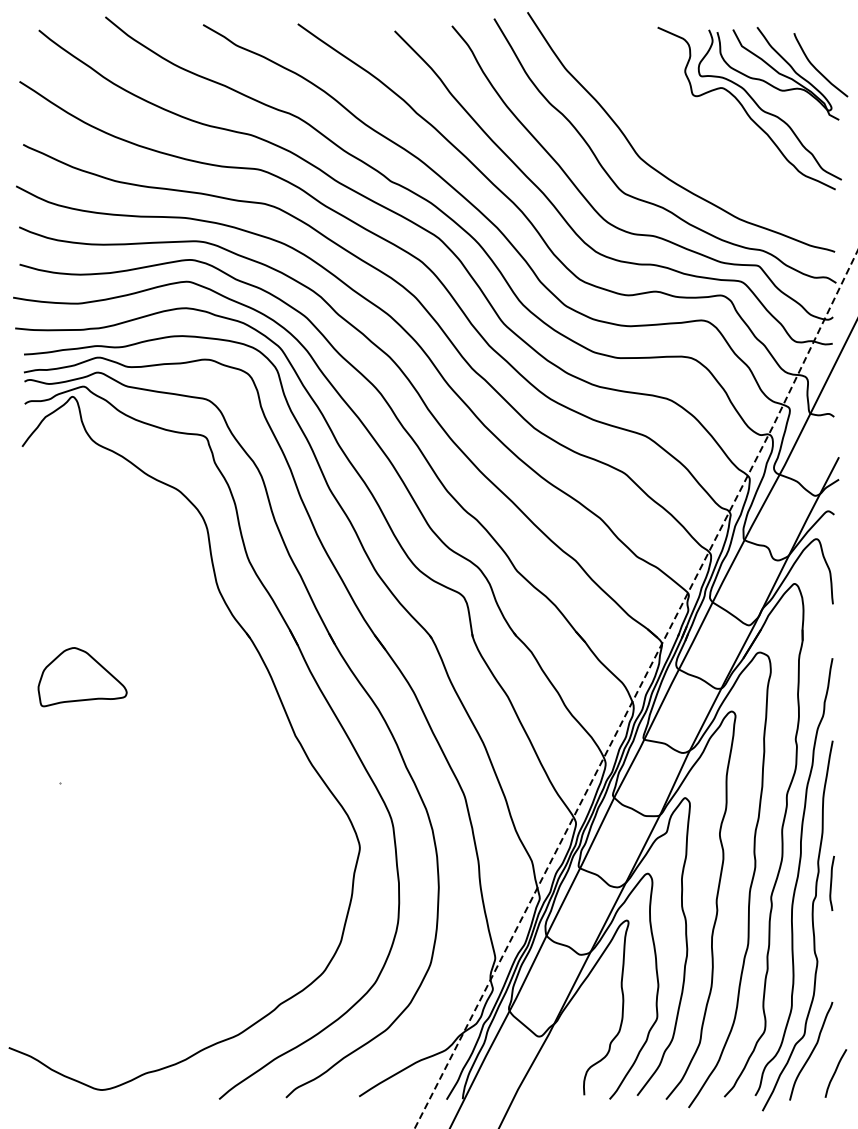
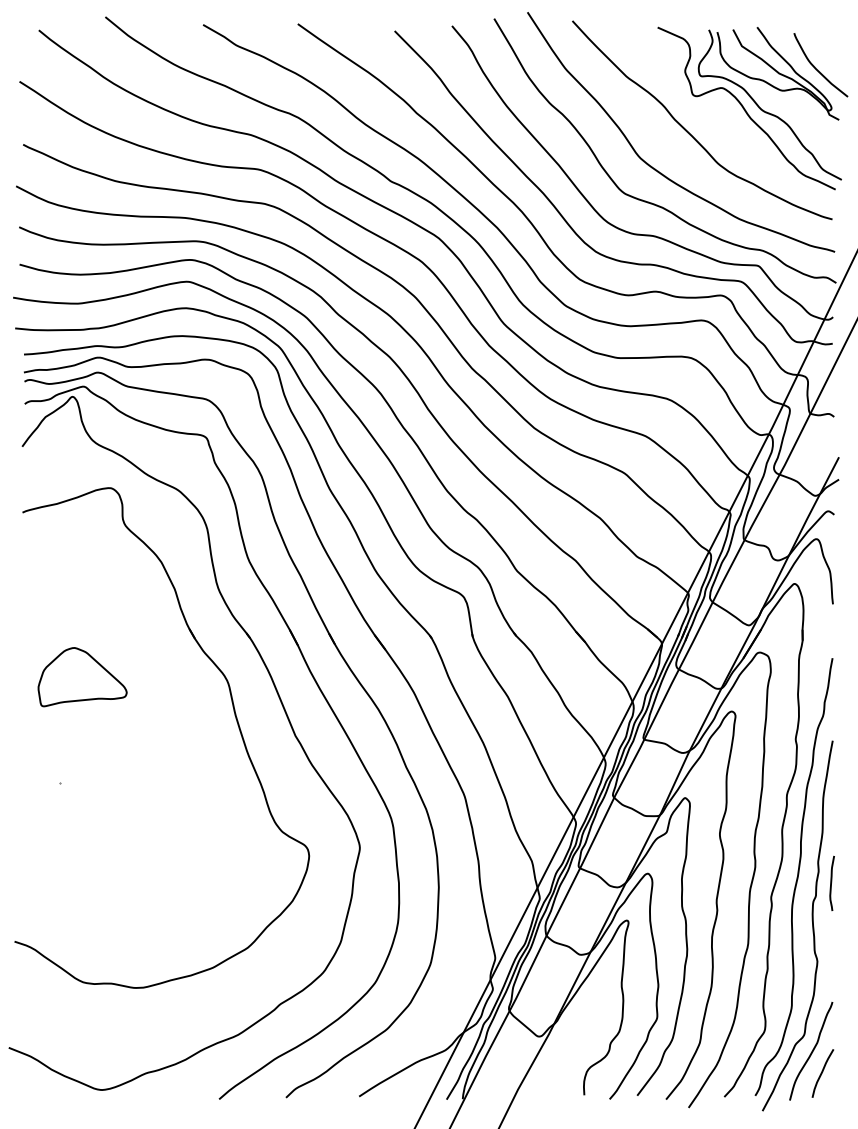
curve at (689, 132): none -> present
line at (638, 690): dashed -> solid
part at (234, 715): none -> present
curve at (835, 1073) position: (835, 1073) -> (822, 1073)
